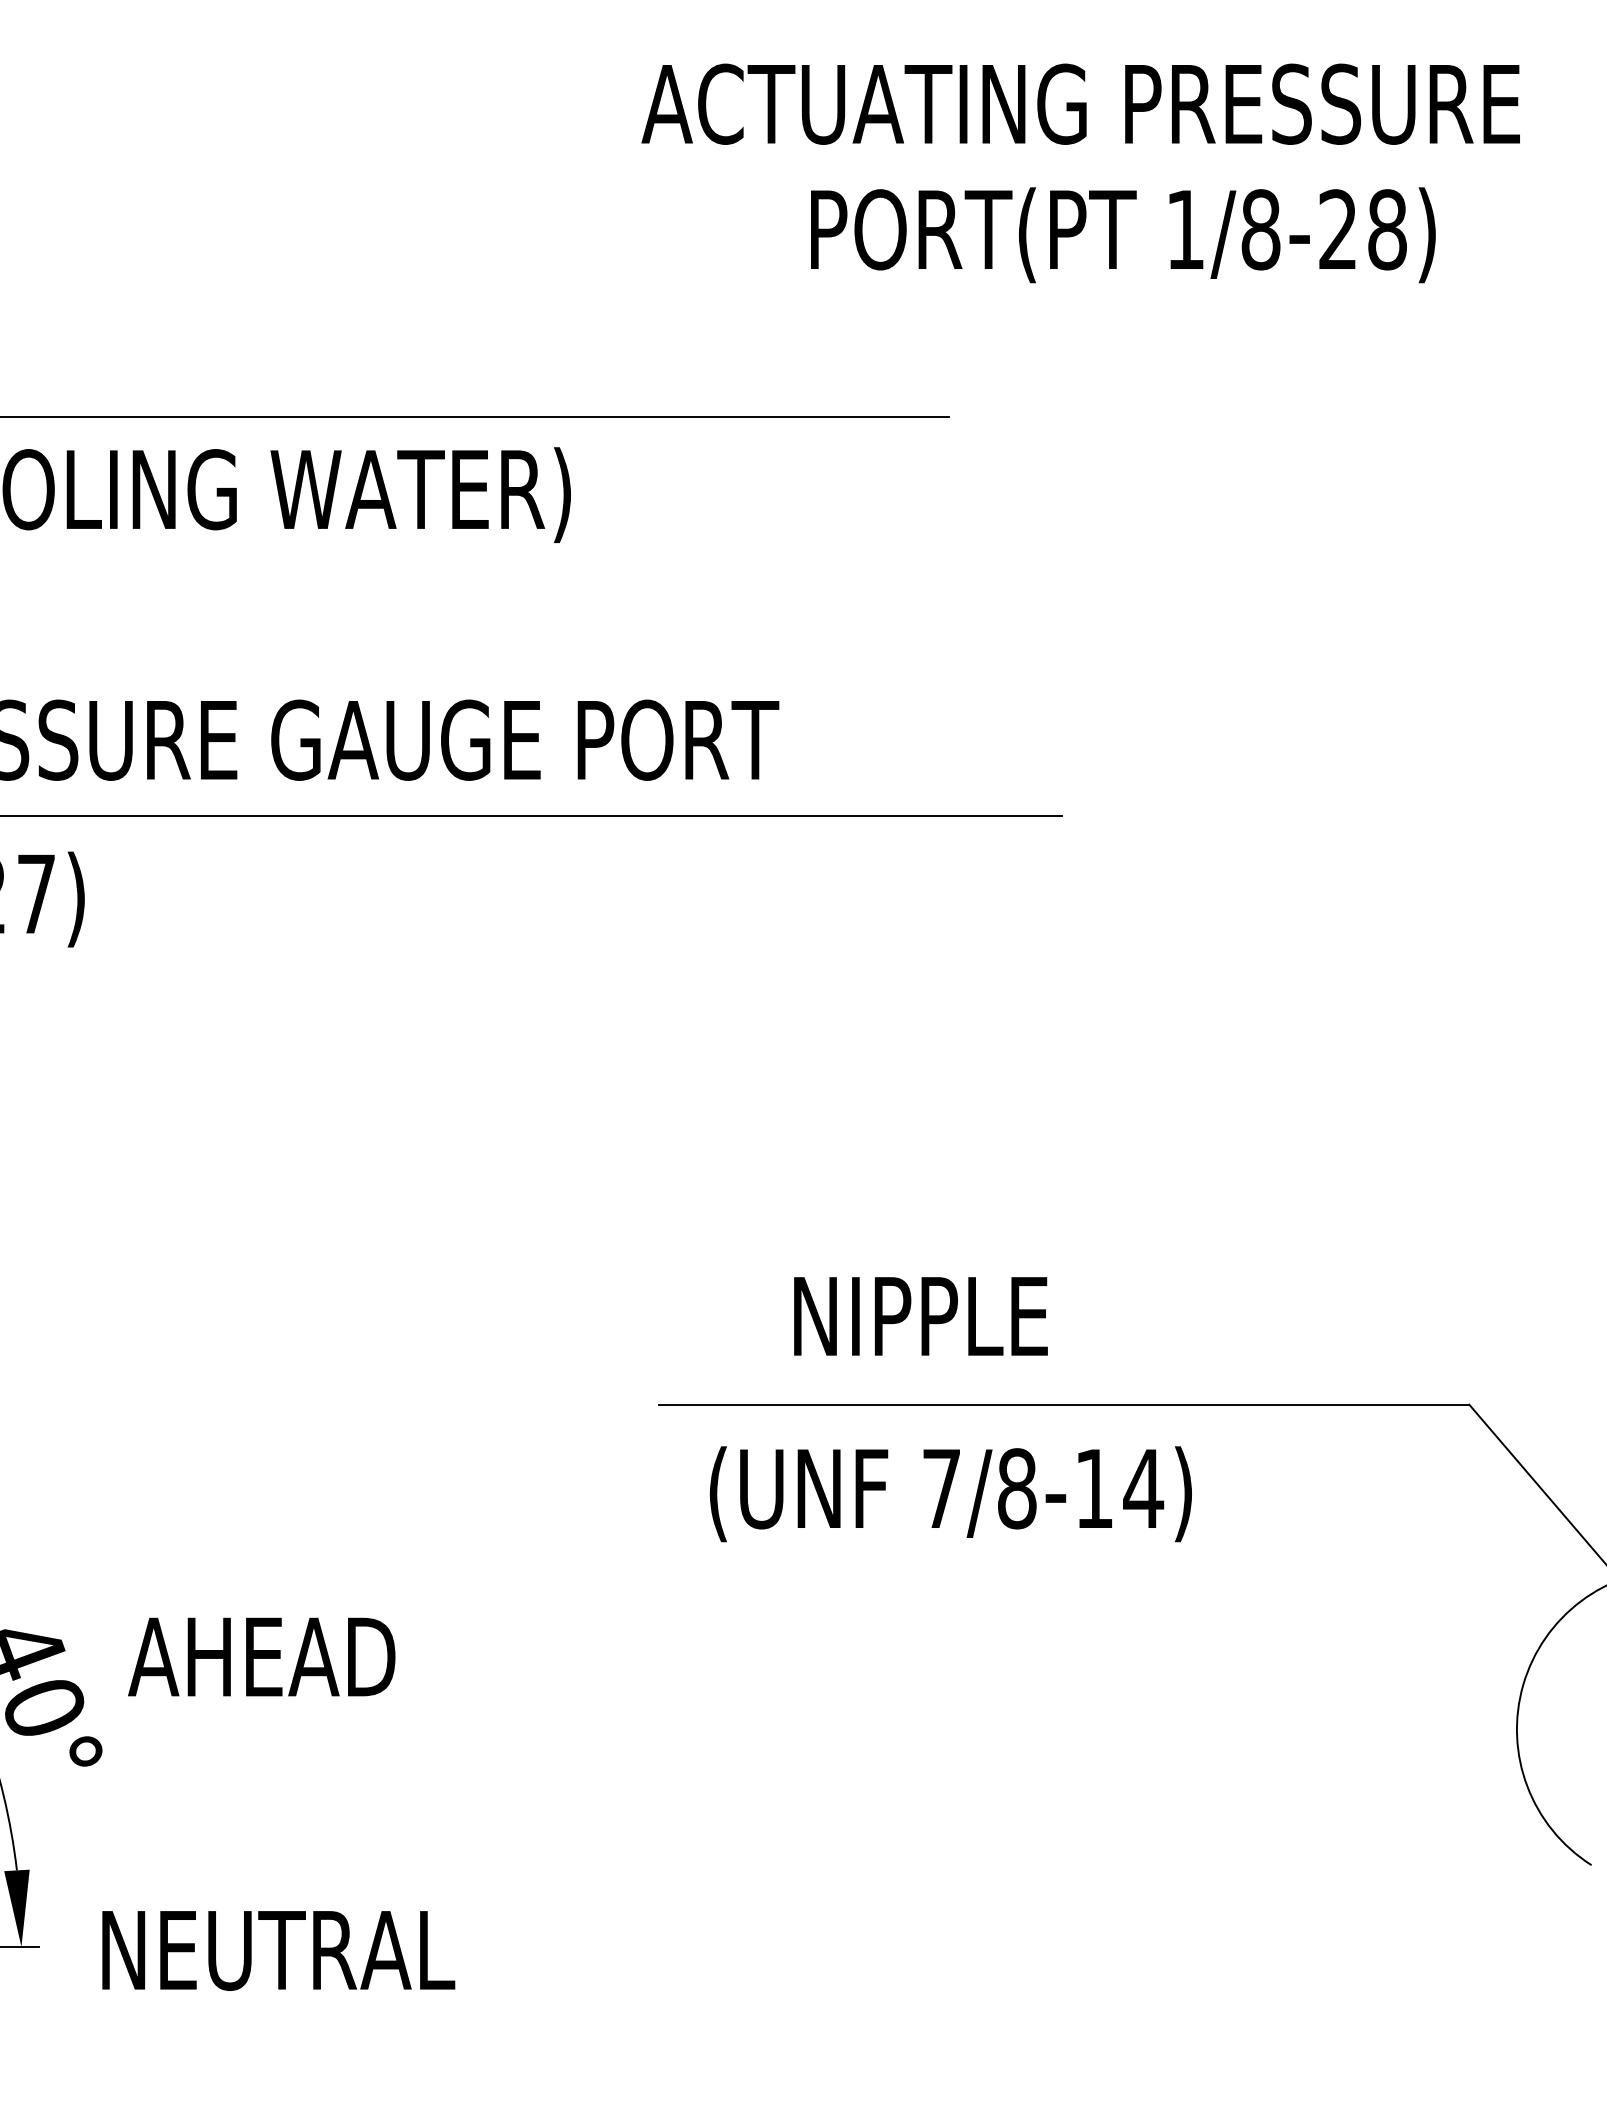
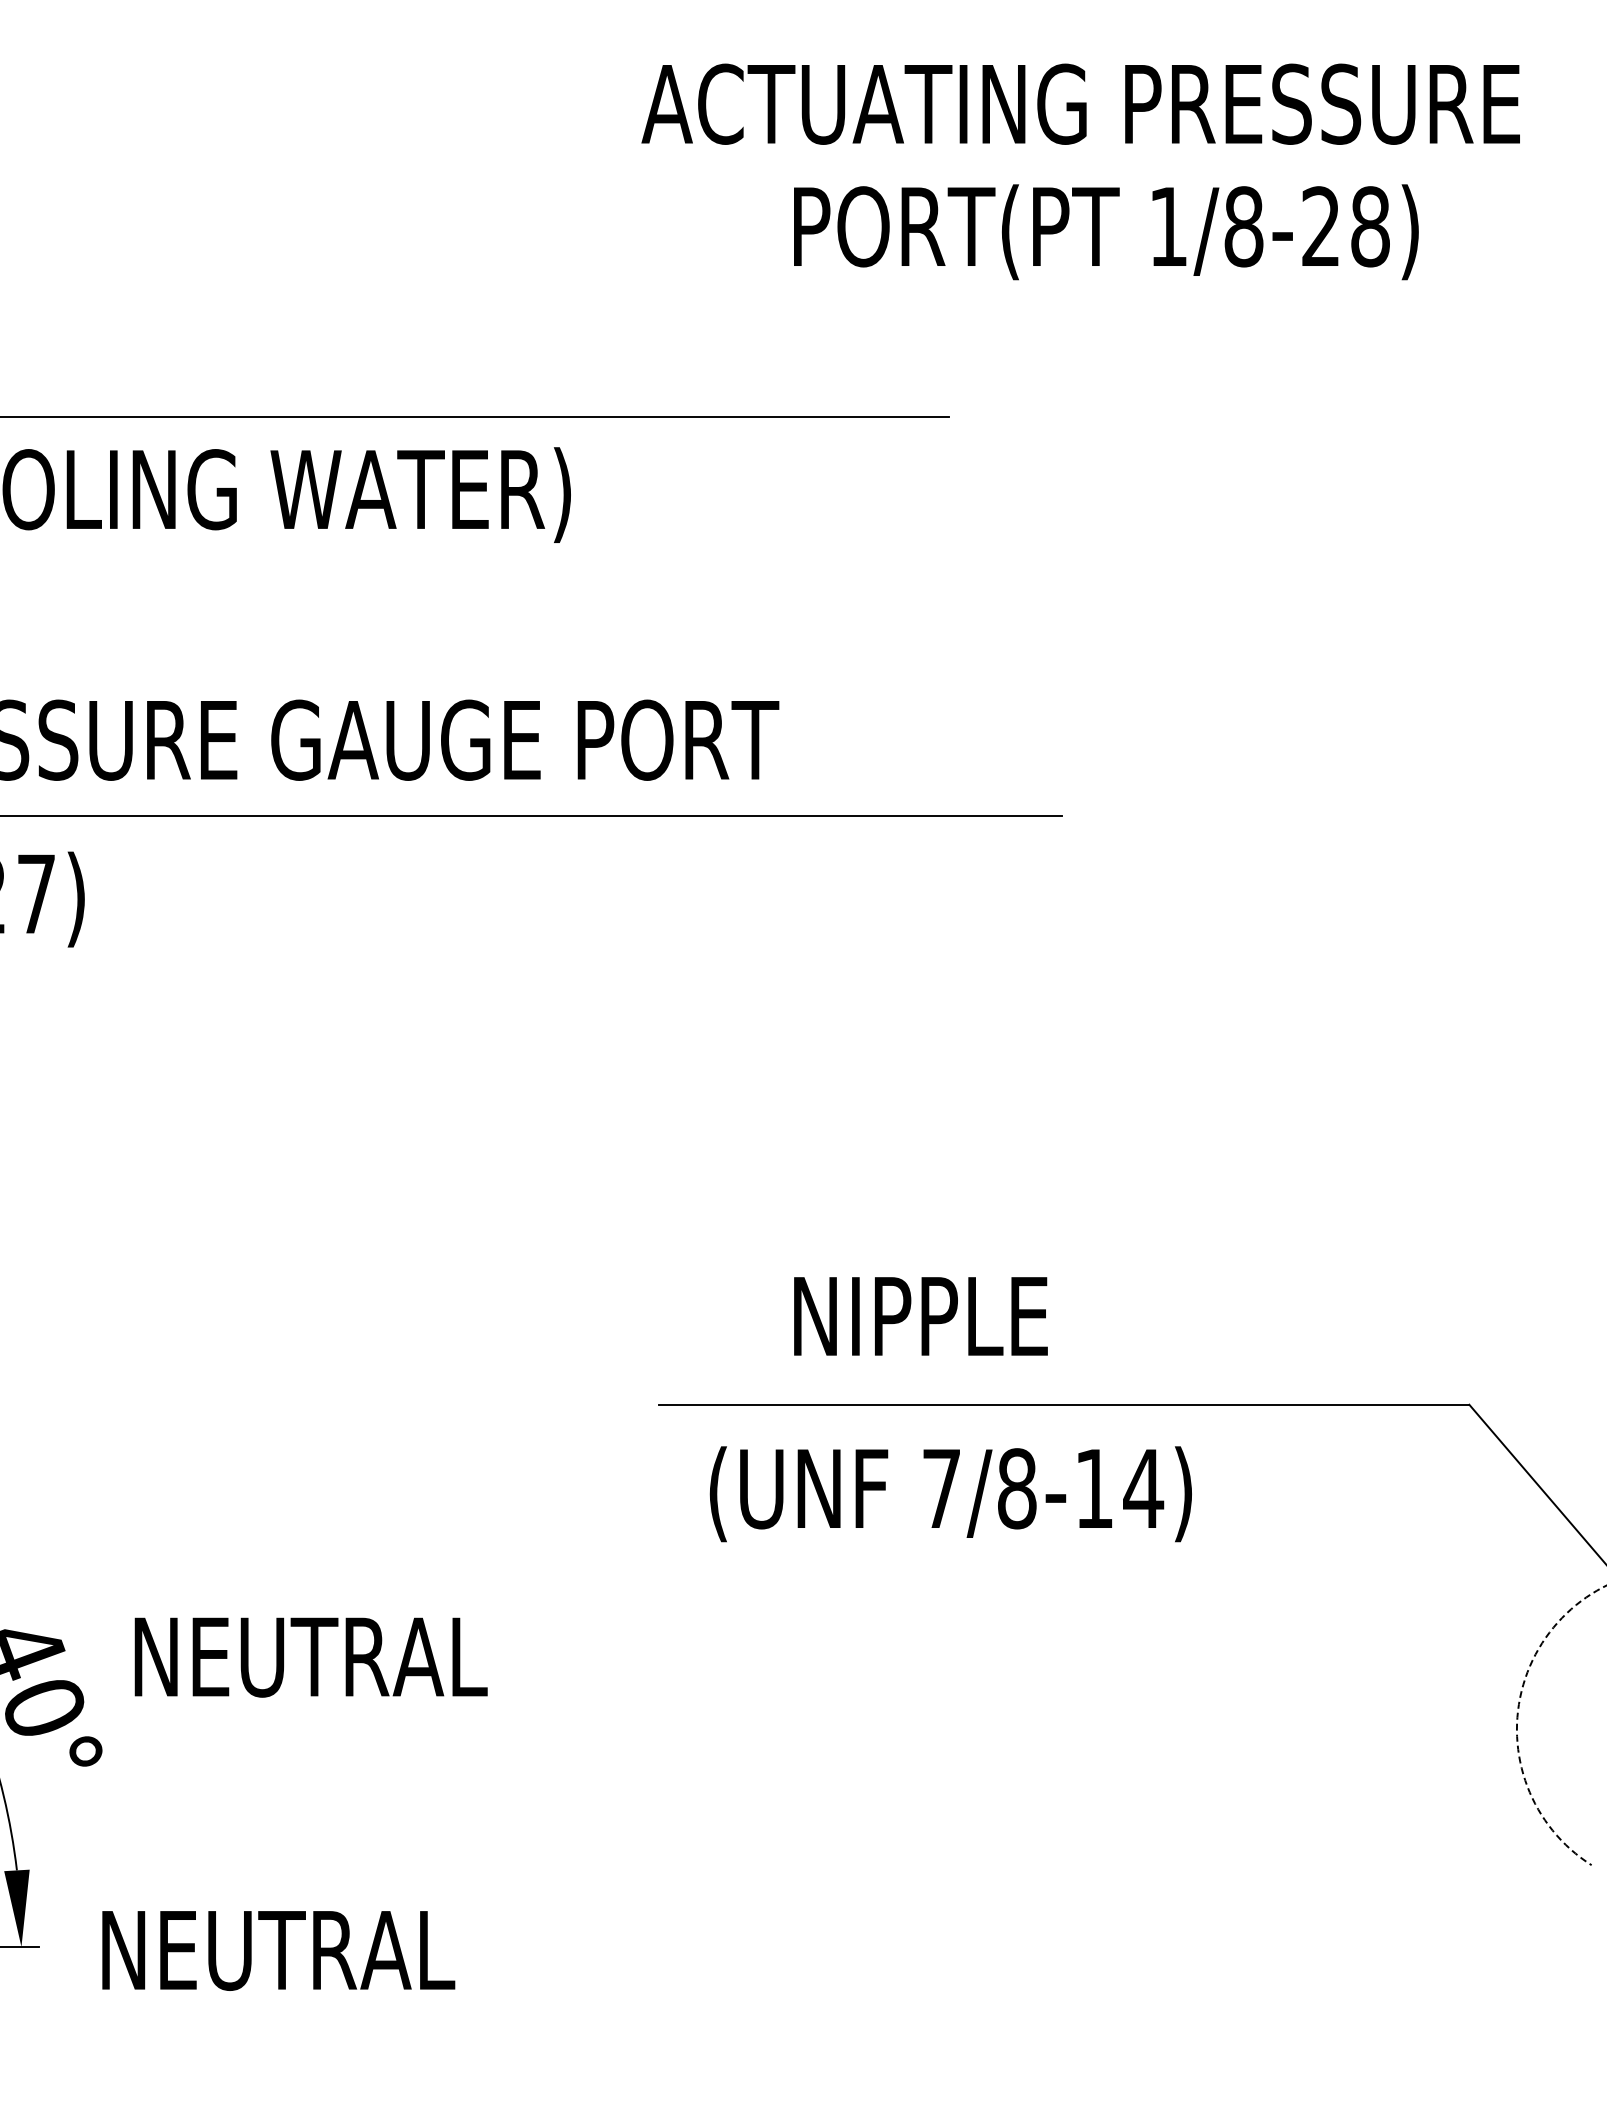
text at (1123, 235) position: (1123, 235) -> (1106, 232)
text at (307, 1657): AHEAD -> NEUTRAL
arc at (1517, 1719): solid -> dashed
